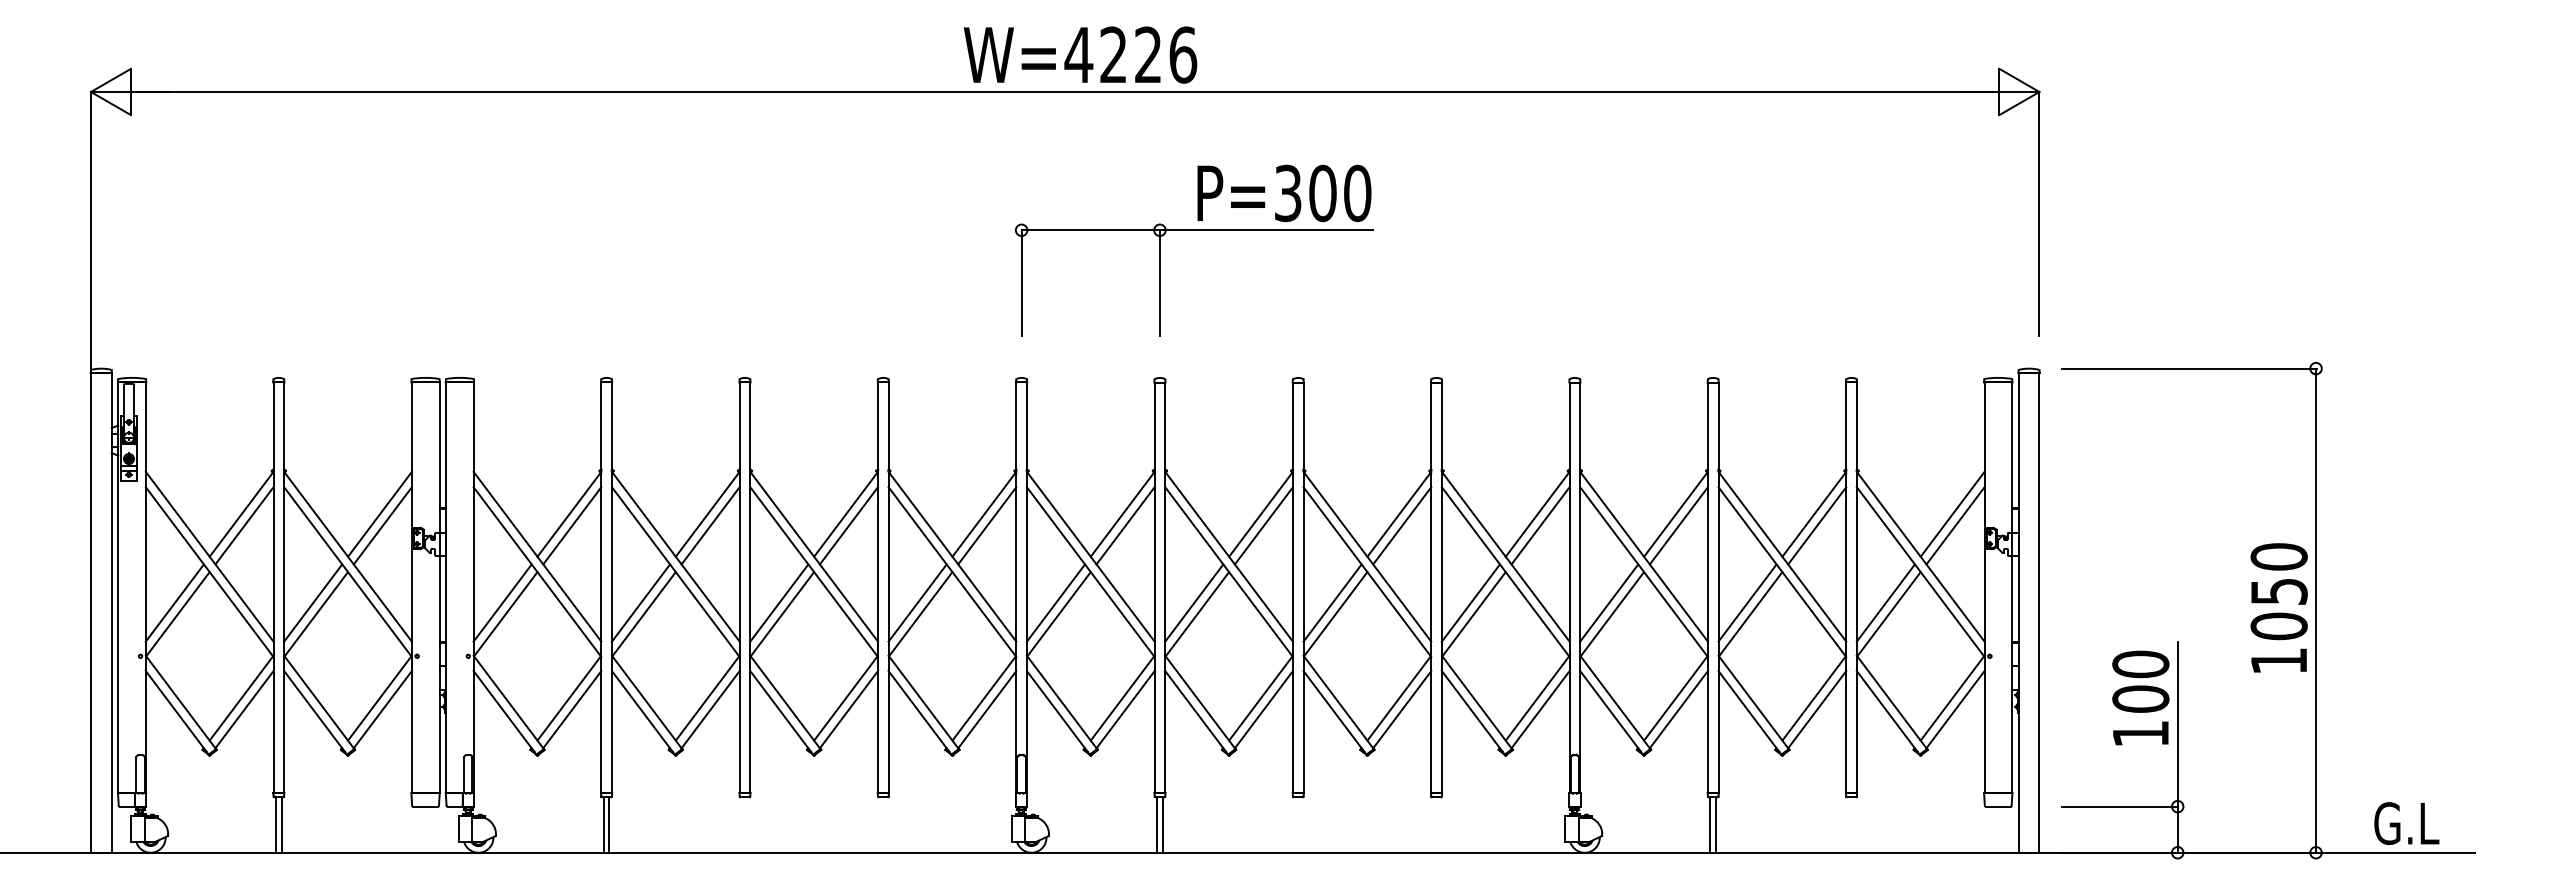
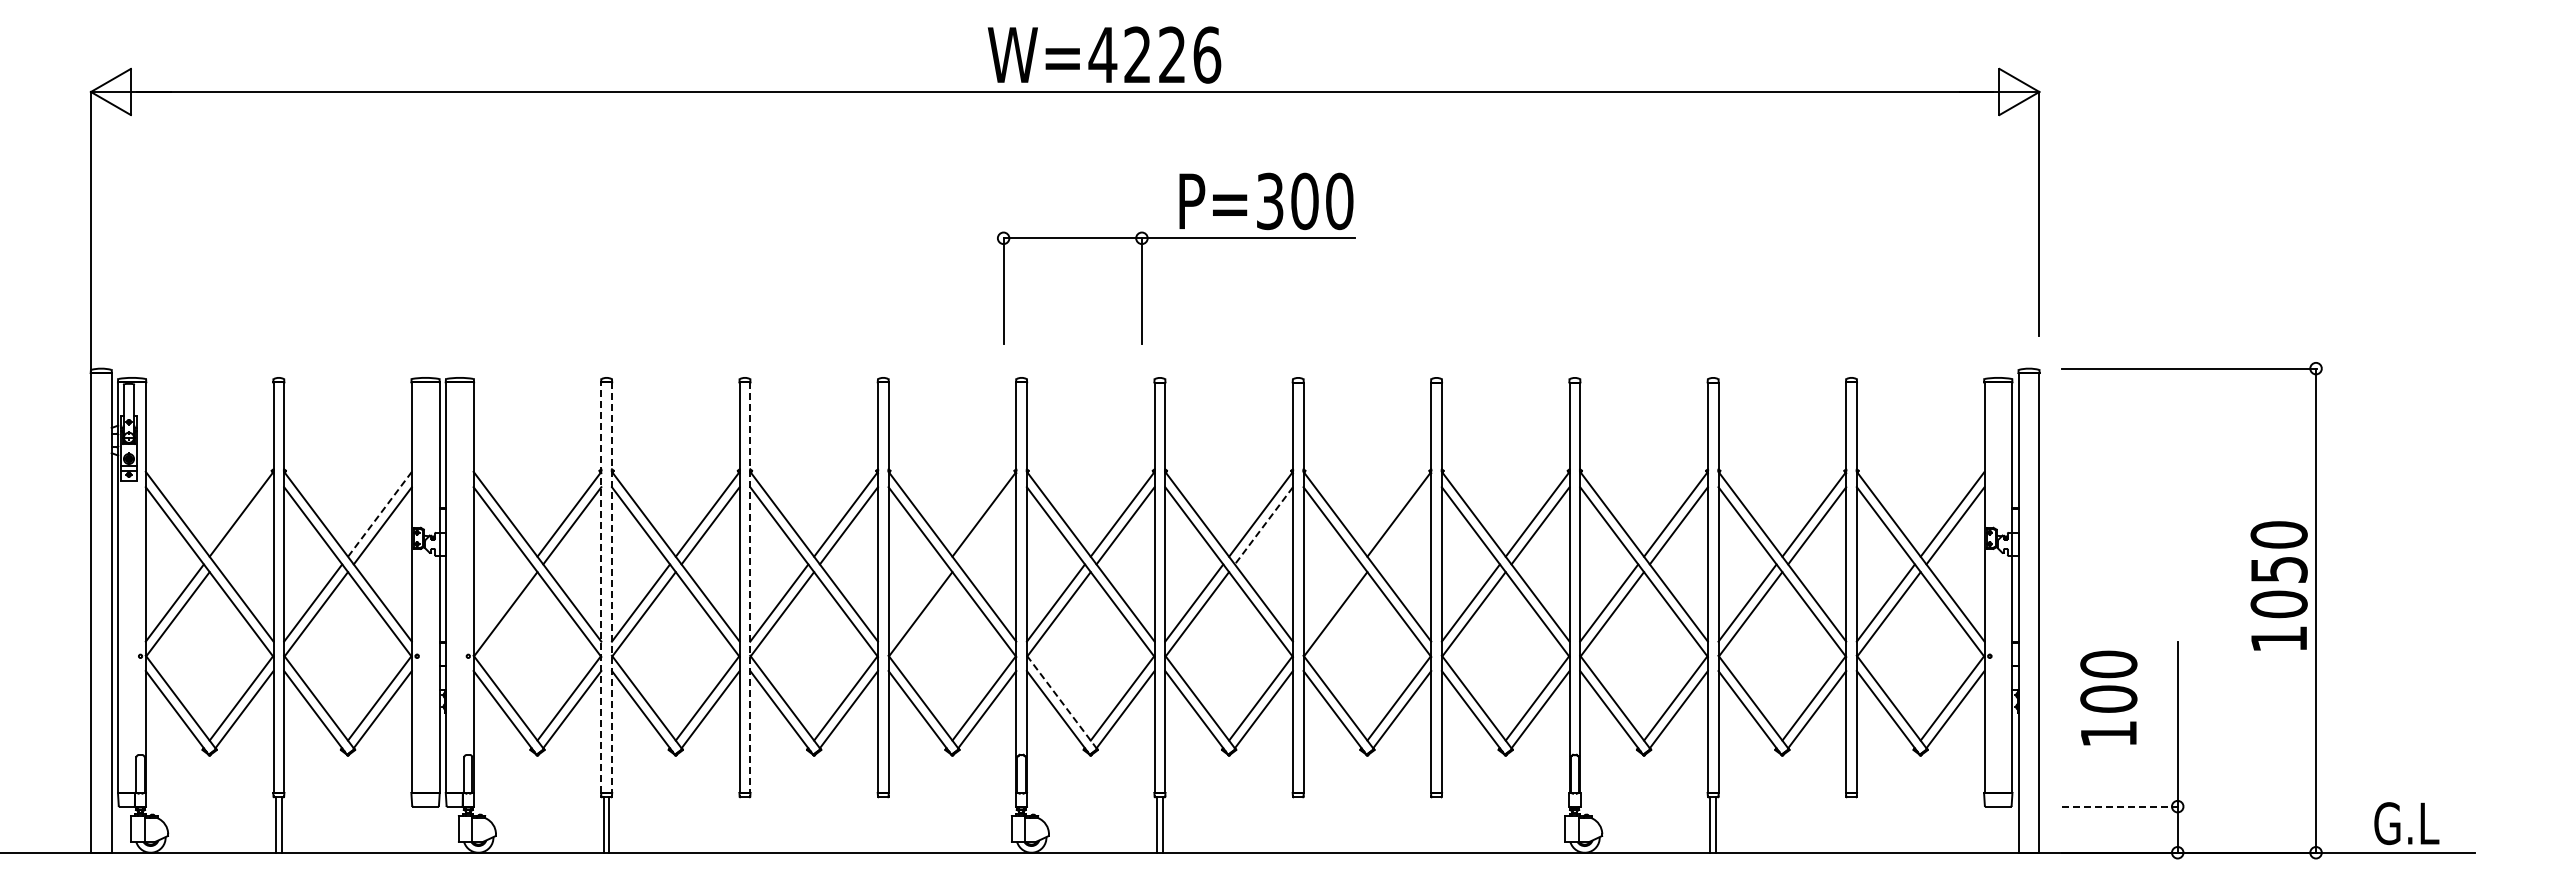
text at (1080, 54) position: (1080, 54) -> (1104, 54)
part at (1194, 230) position: (1194, 230) -> (1176, 238)
line at (379, 514): solid -> dashed
line at (244, 525): present -> none
line at (987, 525): present -> none
line at (1402, 525): present -> none
line at (1263, 526): solid -> dashed
line at (601, 587): solid -> dashed
line at (611, 588): solid -> dashed
line at (750, 588): solid -> dashed
line at (502, 602): present -> none
line at (917, 602): present -> none
line at (1332, 602): present -> none
text at (2278, 607) position: (2278, 607) -> (2278, 585)
text at (2140, 697) position: (2140, 697) -> (2108, 697)
line at (1062, 702): solid -> dashed
line at (2120, 806): solid -> dashed
